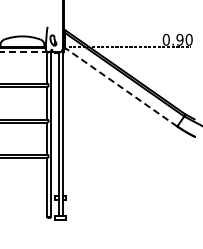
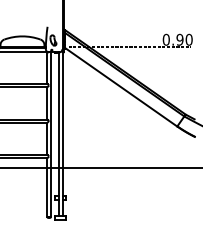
line at (24, 52): dashed -> solid
line at (120, 87): dashed -> solid
line at (100, 167): none -> present
